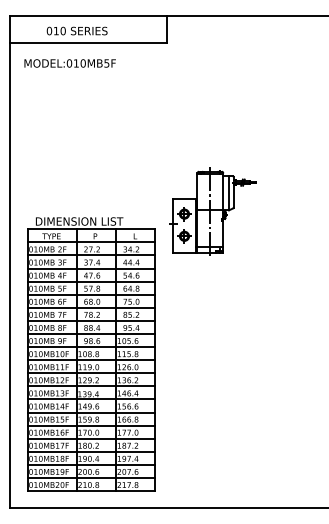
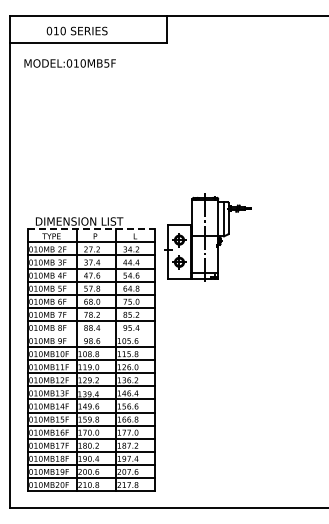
part at (212, 211) position: (212, 211) -> (207, 237)
line at (92, 229): solid -> dashed
line at (91, 334): present -> none
